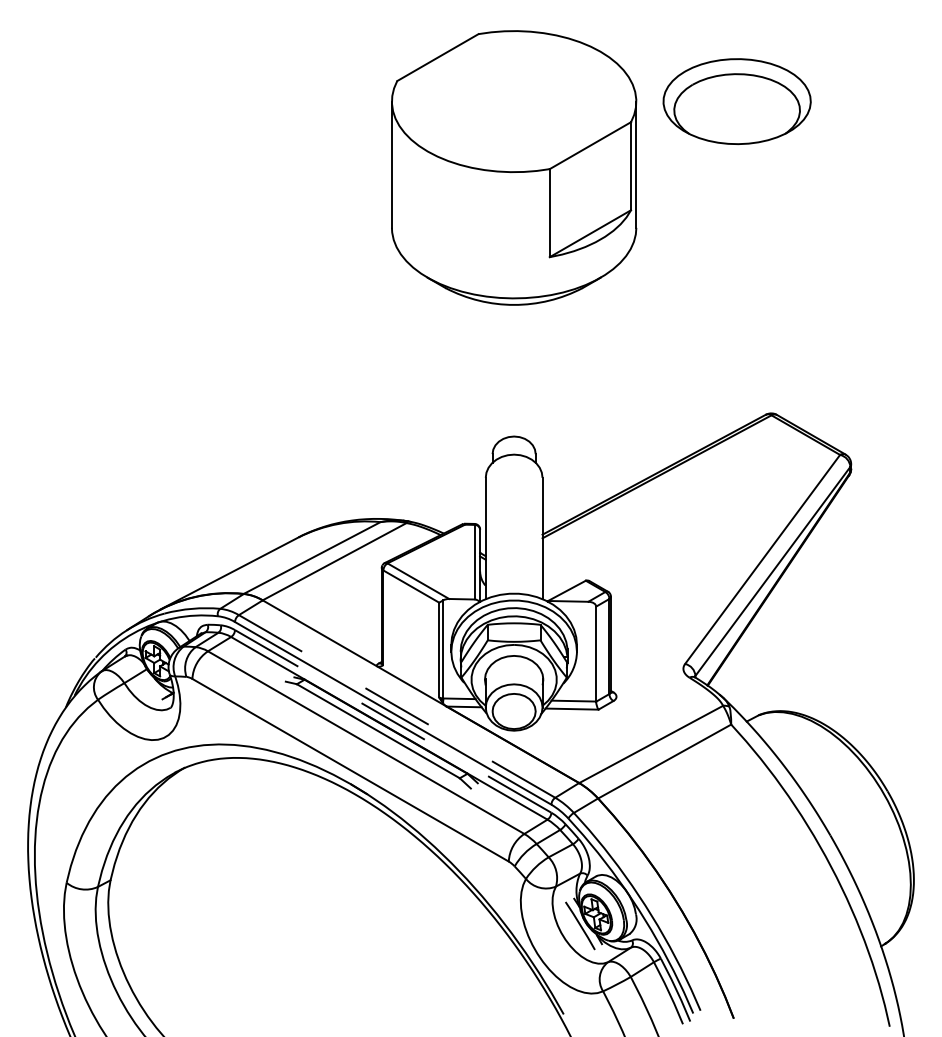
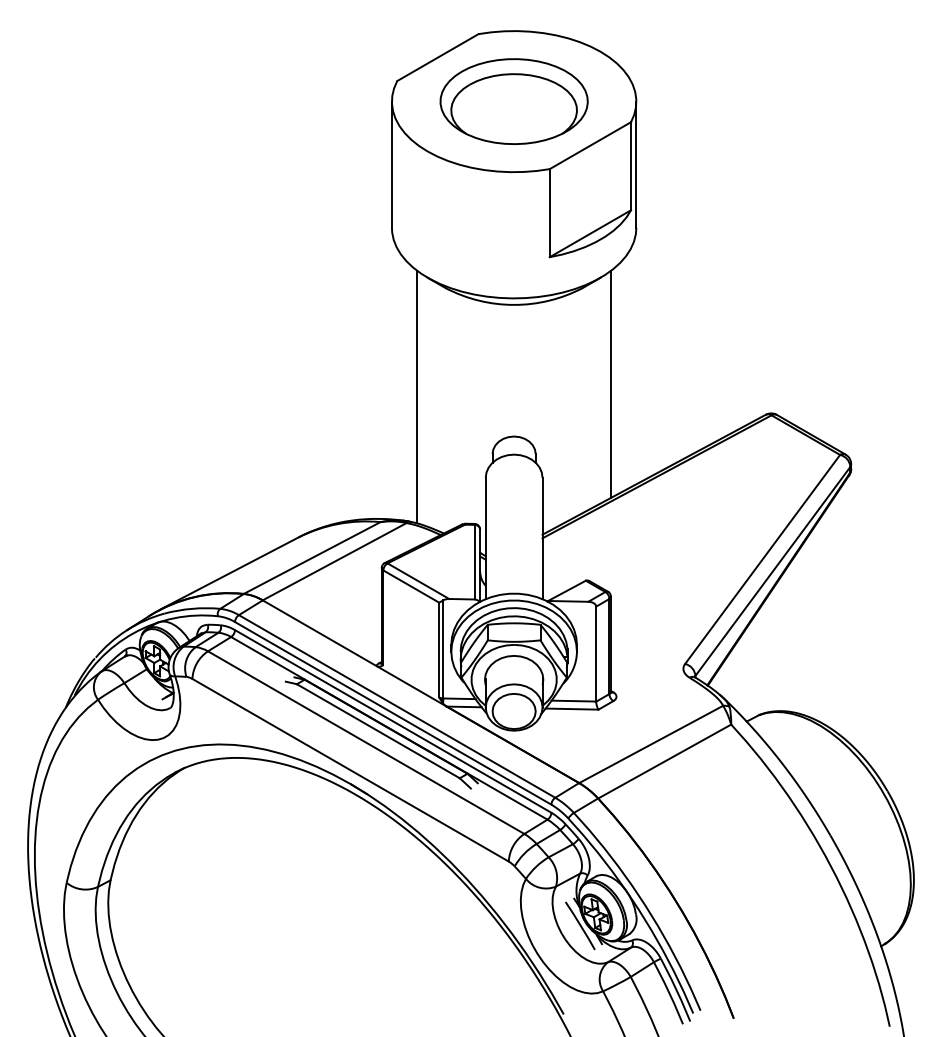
part at (736, 101) position: (736, 101) -> (513, 101)
line at (611, 383): none -> present
line at (417, 396): none -> present
line at (397, 706): dashed -> solid
line at (393, 721): dashed -> solid
